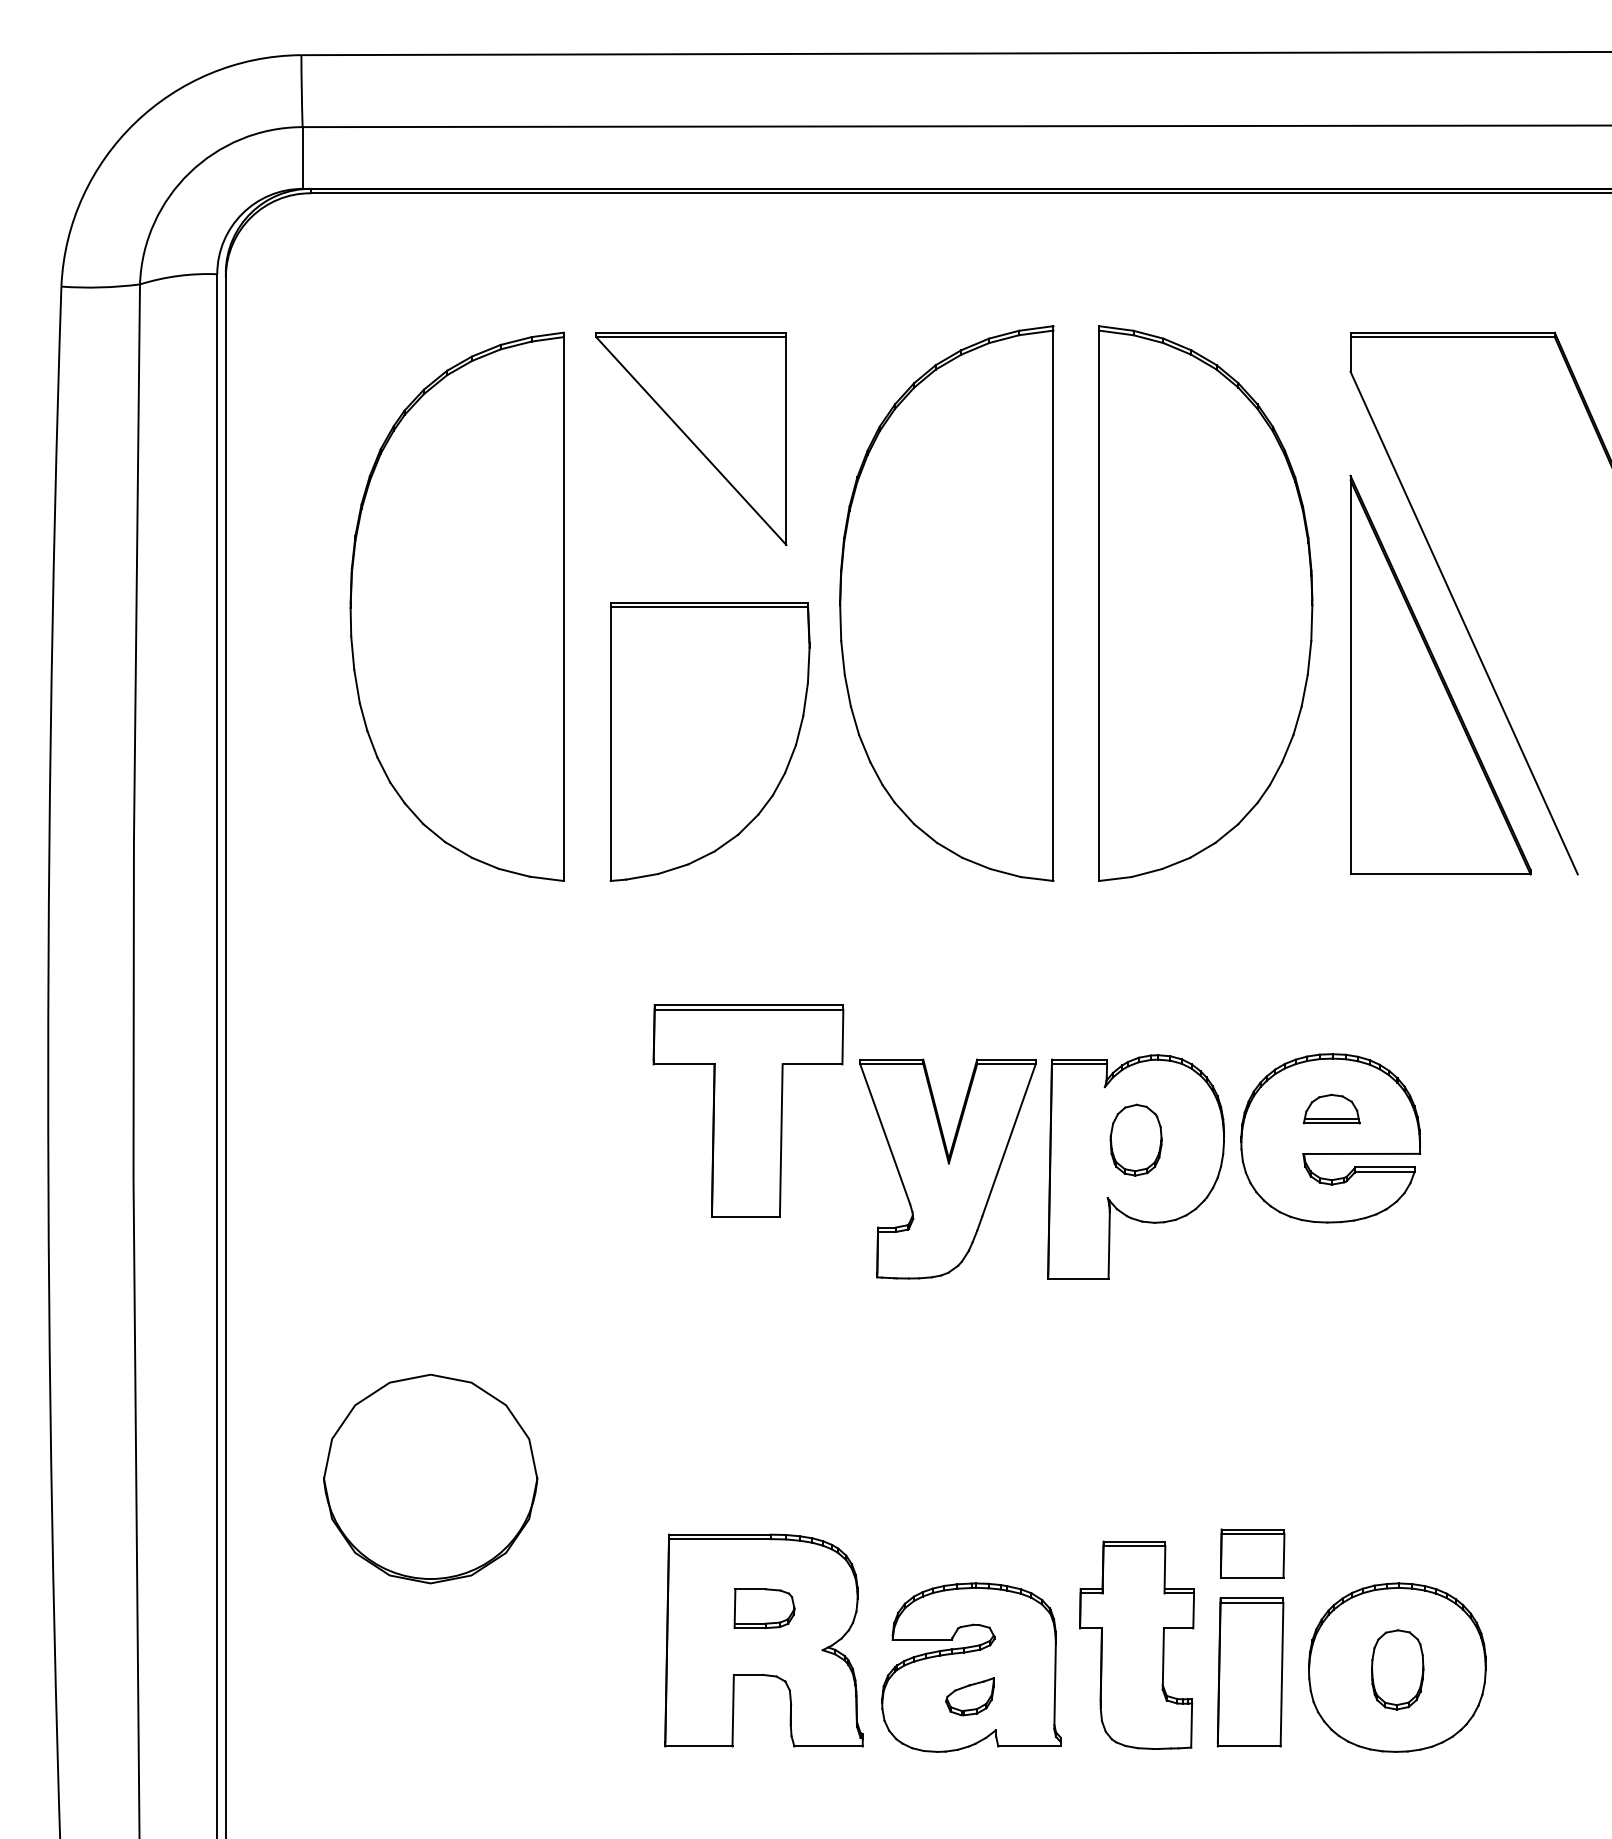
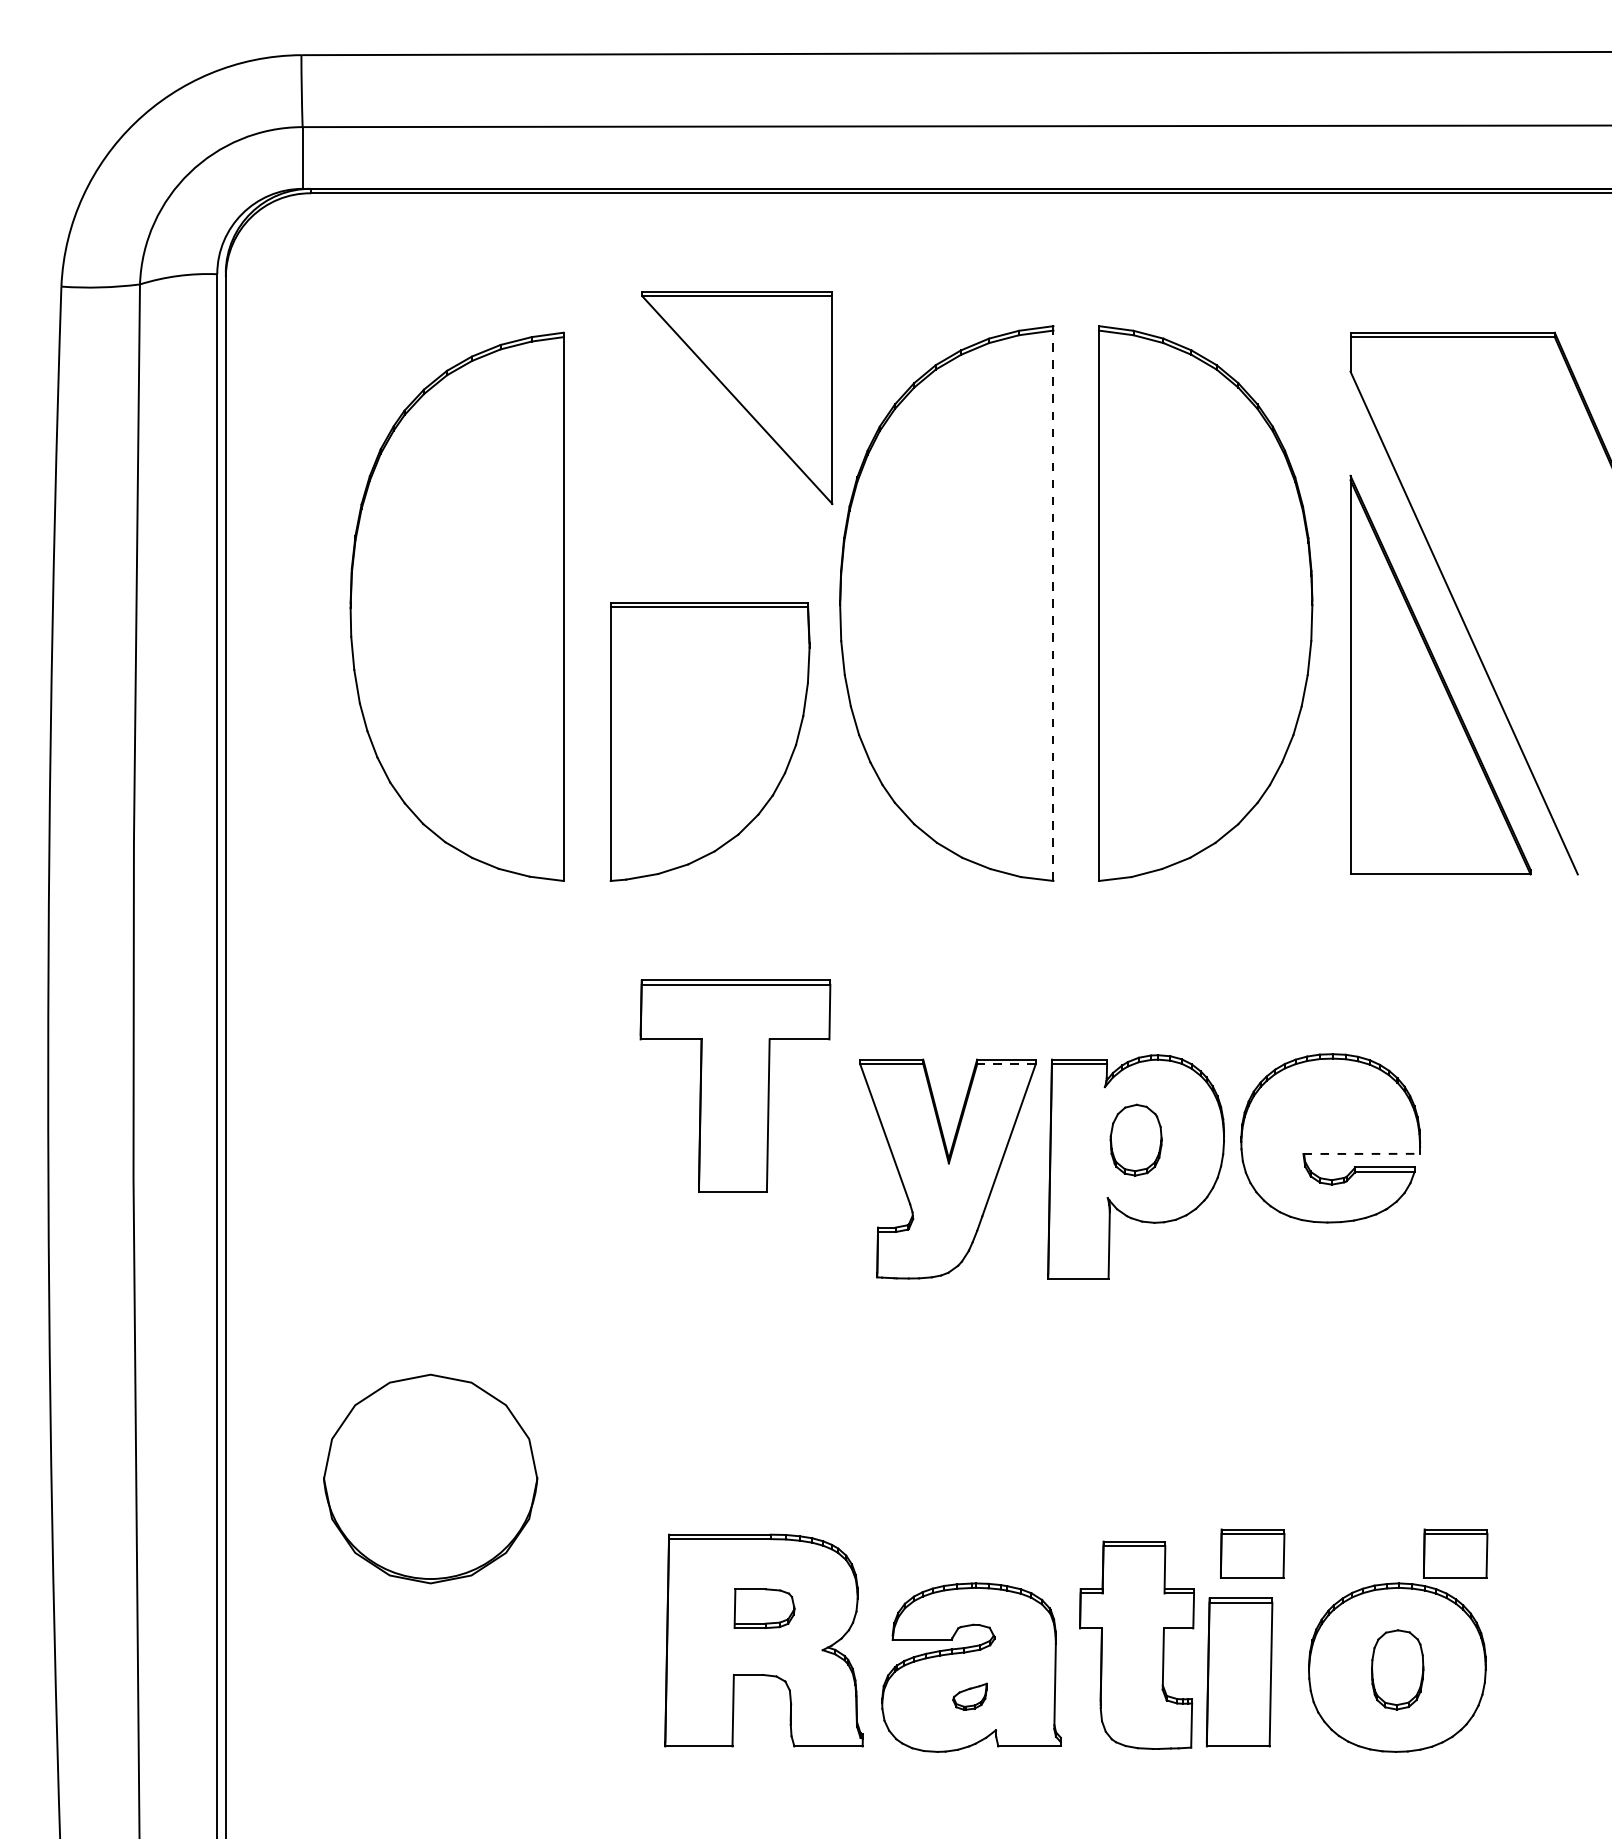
part at (691, 439) position: (691, 439) -> (737, 398)
line at (1053, 605): solid -> dashed
line at (1006, 1064): solid -> dashed
part at (1331, 1108): present -> none
part at (748, 1110) position: (748, 1110) -> (735, 1085)
line at (1362, 1153): solid -> dashed
part at (1455, 1553): none -> present
part at (1250, 1672) position: (1250, 1672) -> (1239, 1672)
part at (969, 1696) size: 50x40 px -> 36x29 px
